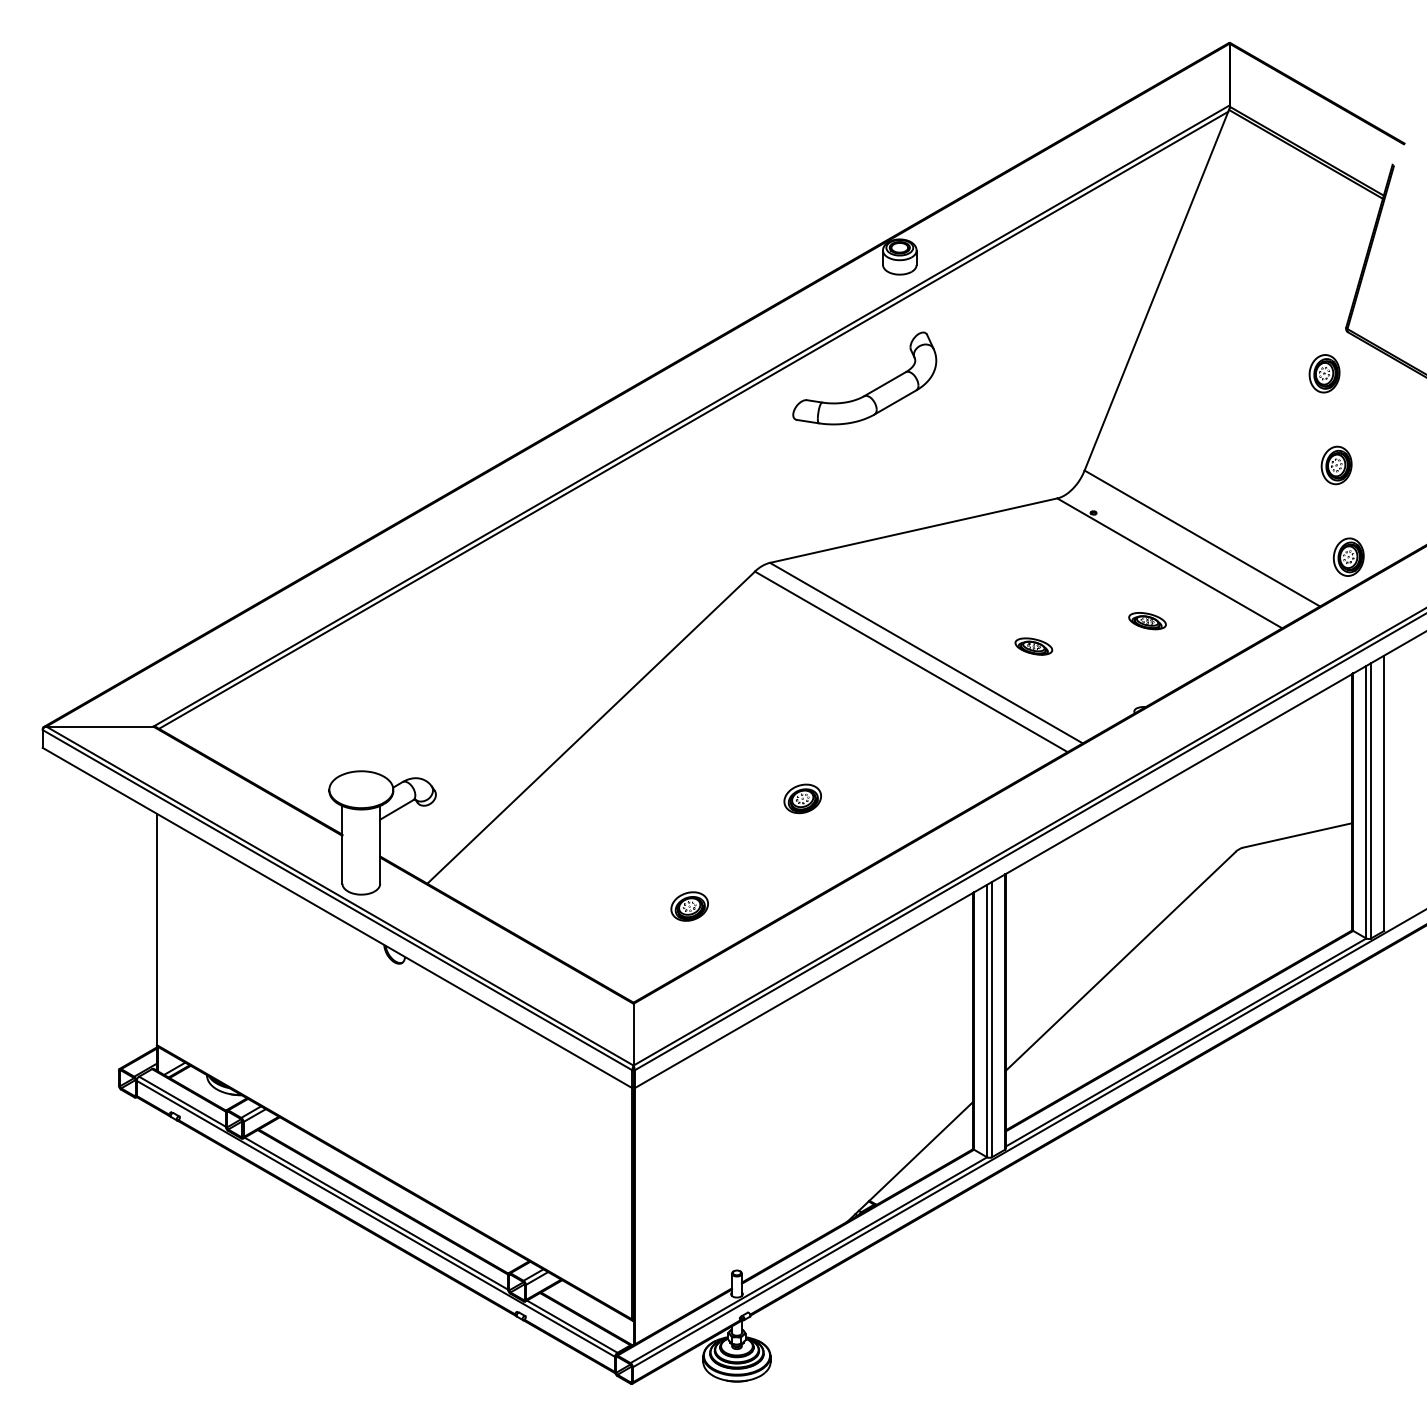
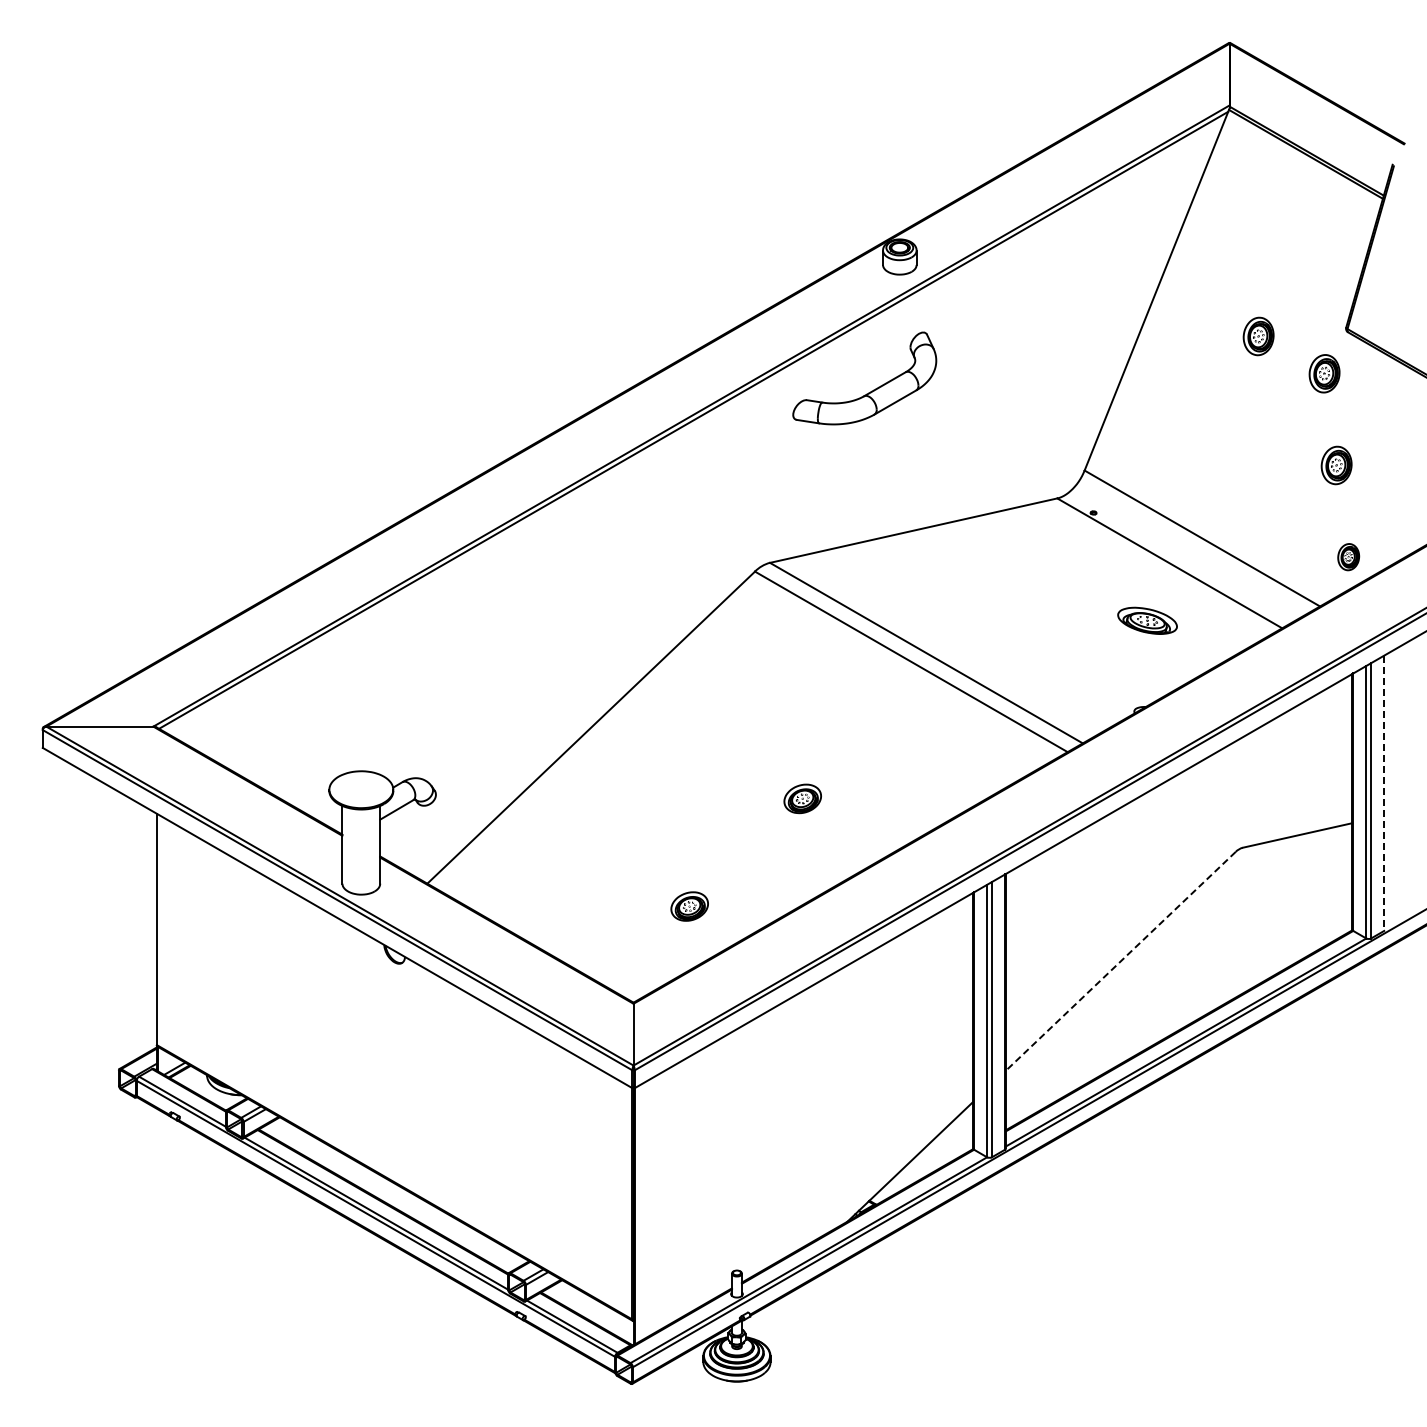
part at (1258, 336): none -> present
part at (1348, 556) size: 33x40 px -> 24x29 px
part at (1147, 621) size: 39x19 px -> 61x29 px
part at (1033, 646): present -> none
line at (1384, 793): solid -> dashed
line at (1120, 961): solid -> dashed
